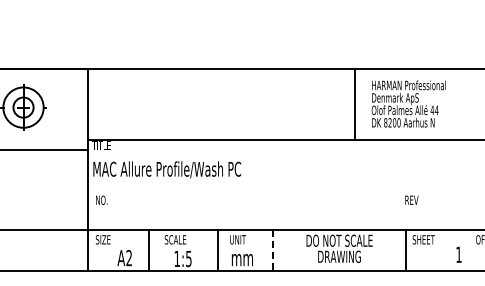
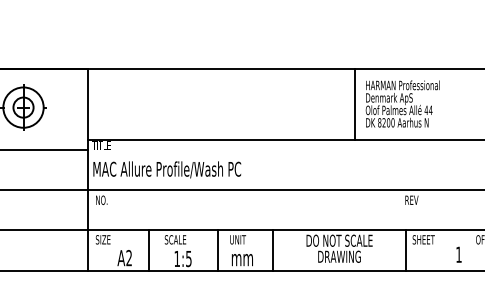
text at (408, 103) position: (408, 103) -> (402, 103)
line at (241, 190): none -> present
line at (273, 251): dashed -> solid
